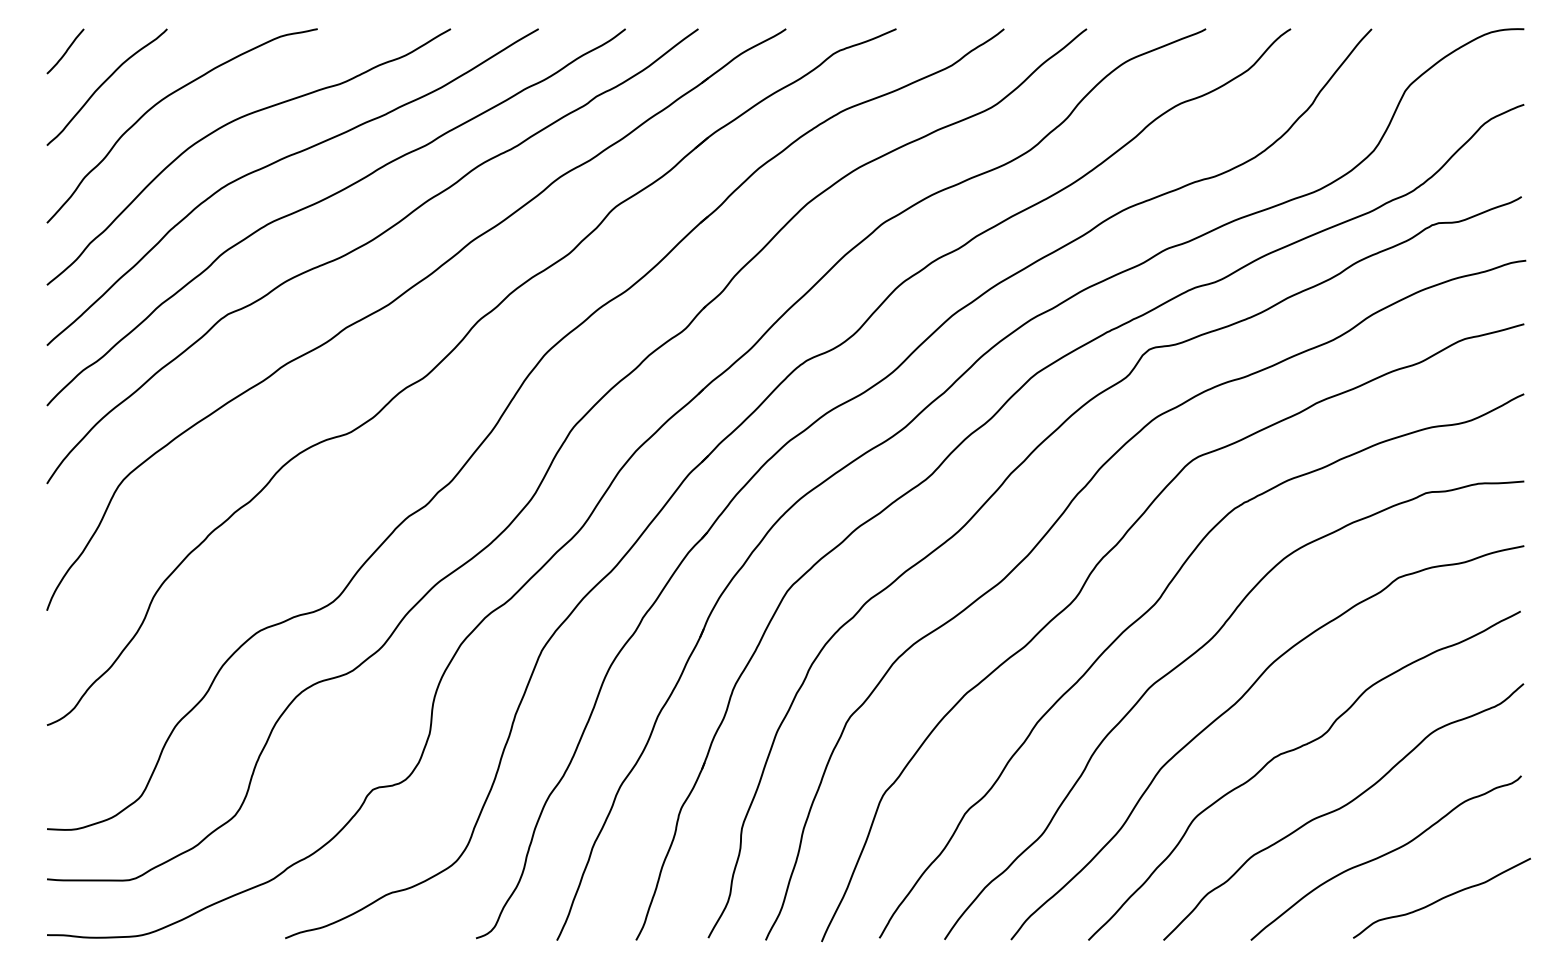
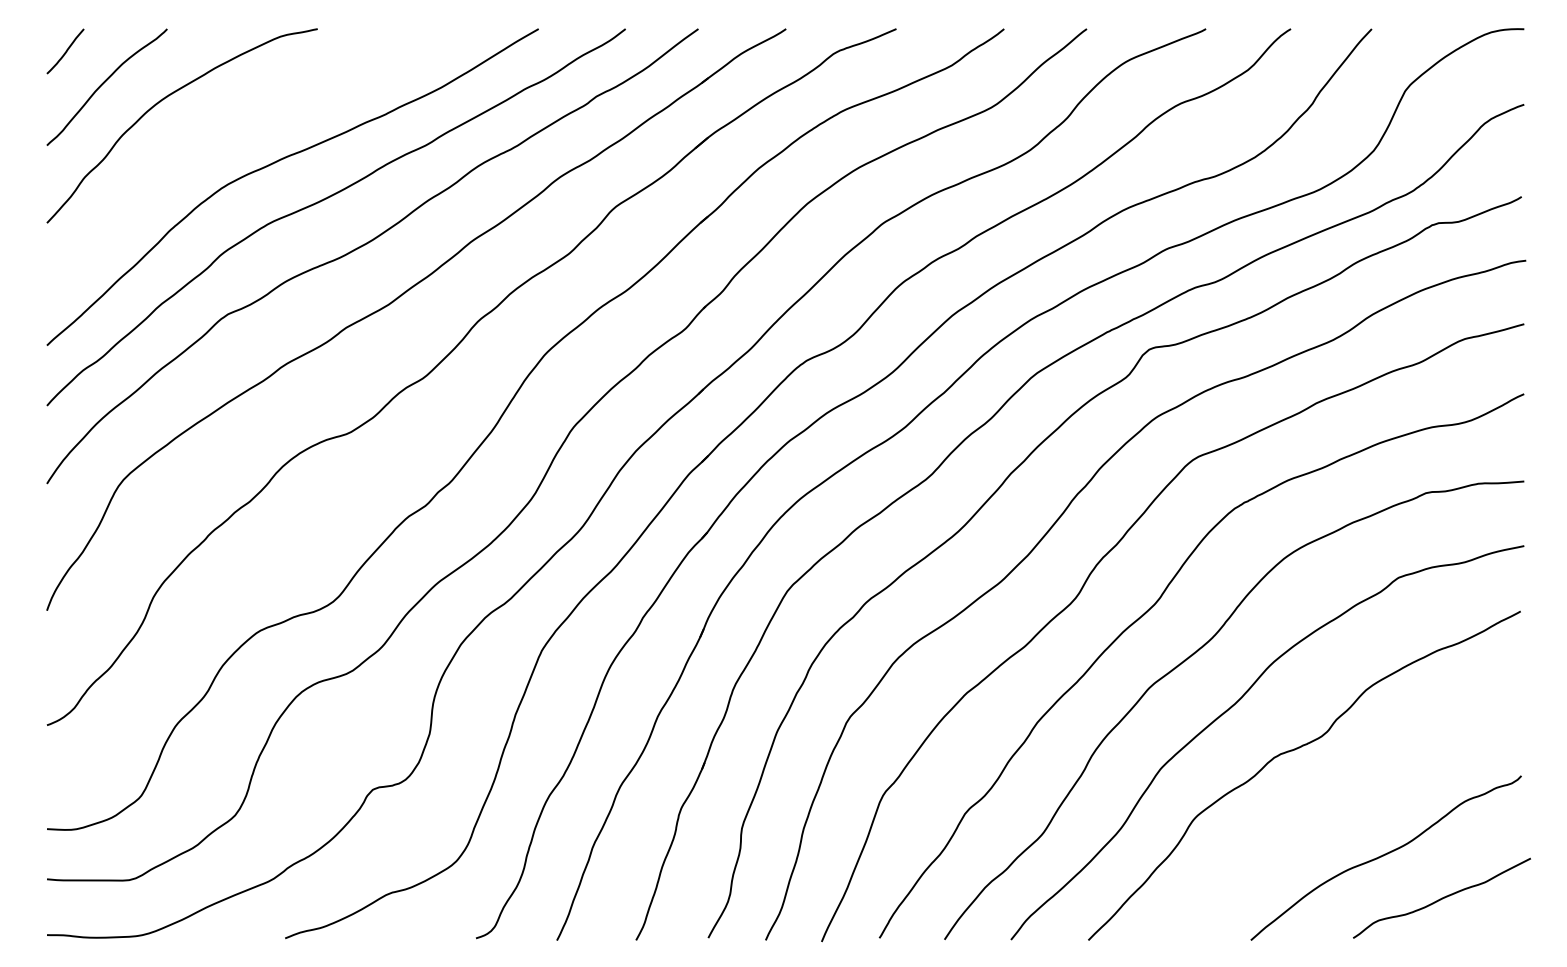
curve at (232, 122): present -> none
curve at (1342, 808): present -> none
